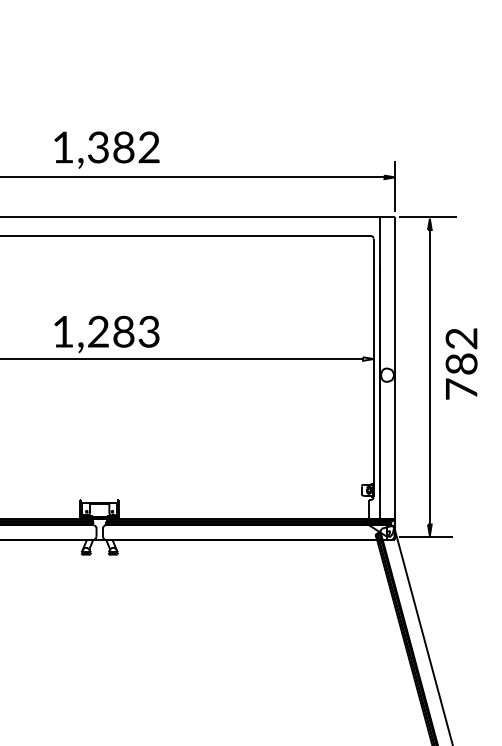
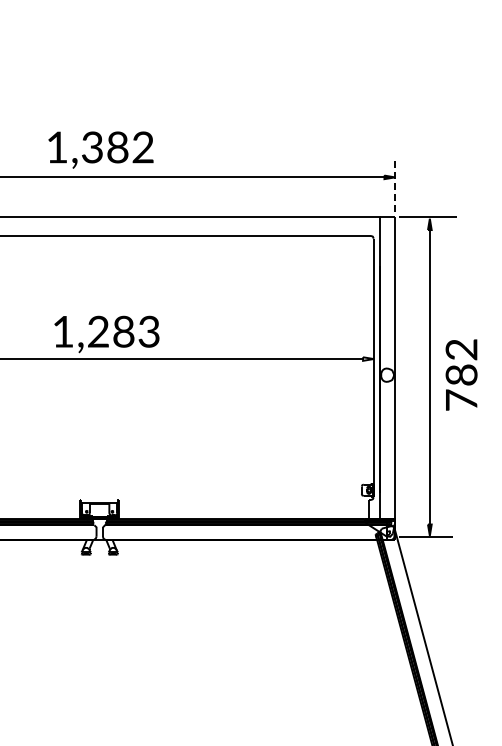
text at (106, 149) position: (106, 149) -> (100, 149)
line at (395, 186): solid -> dashed
text at (461, 363) position: (461, 363) -> (461, 374)
